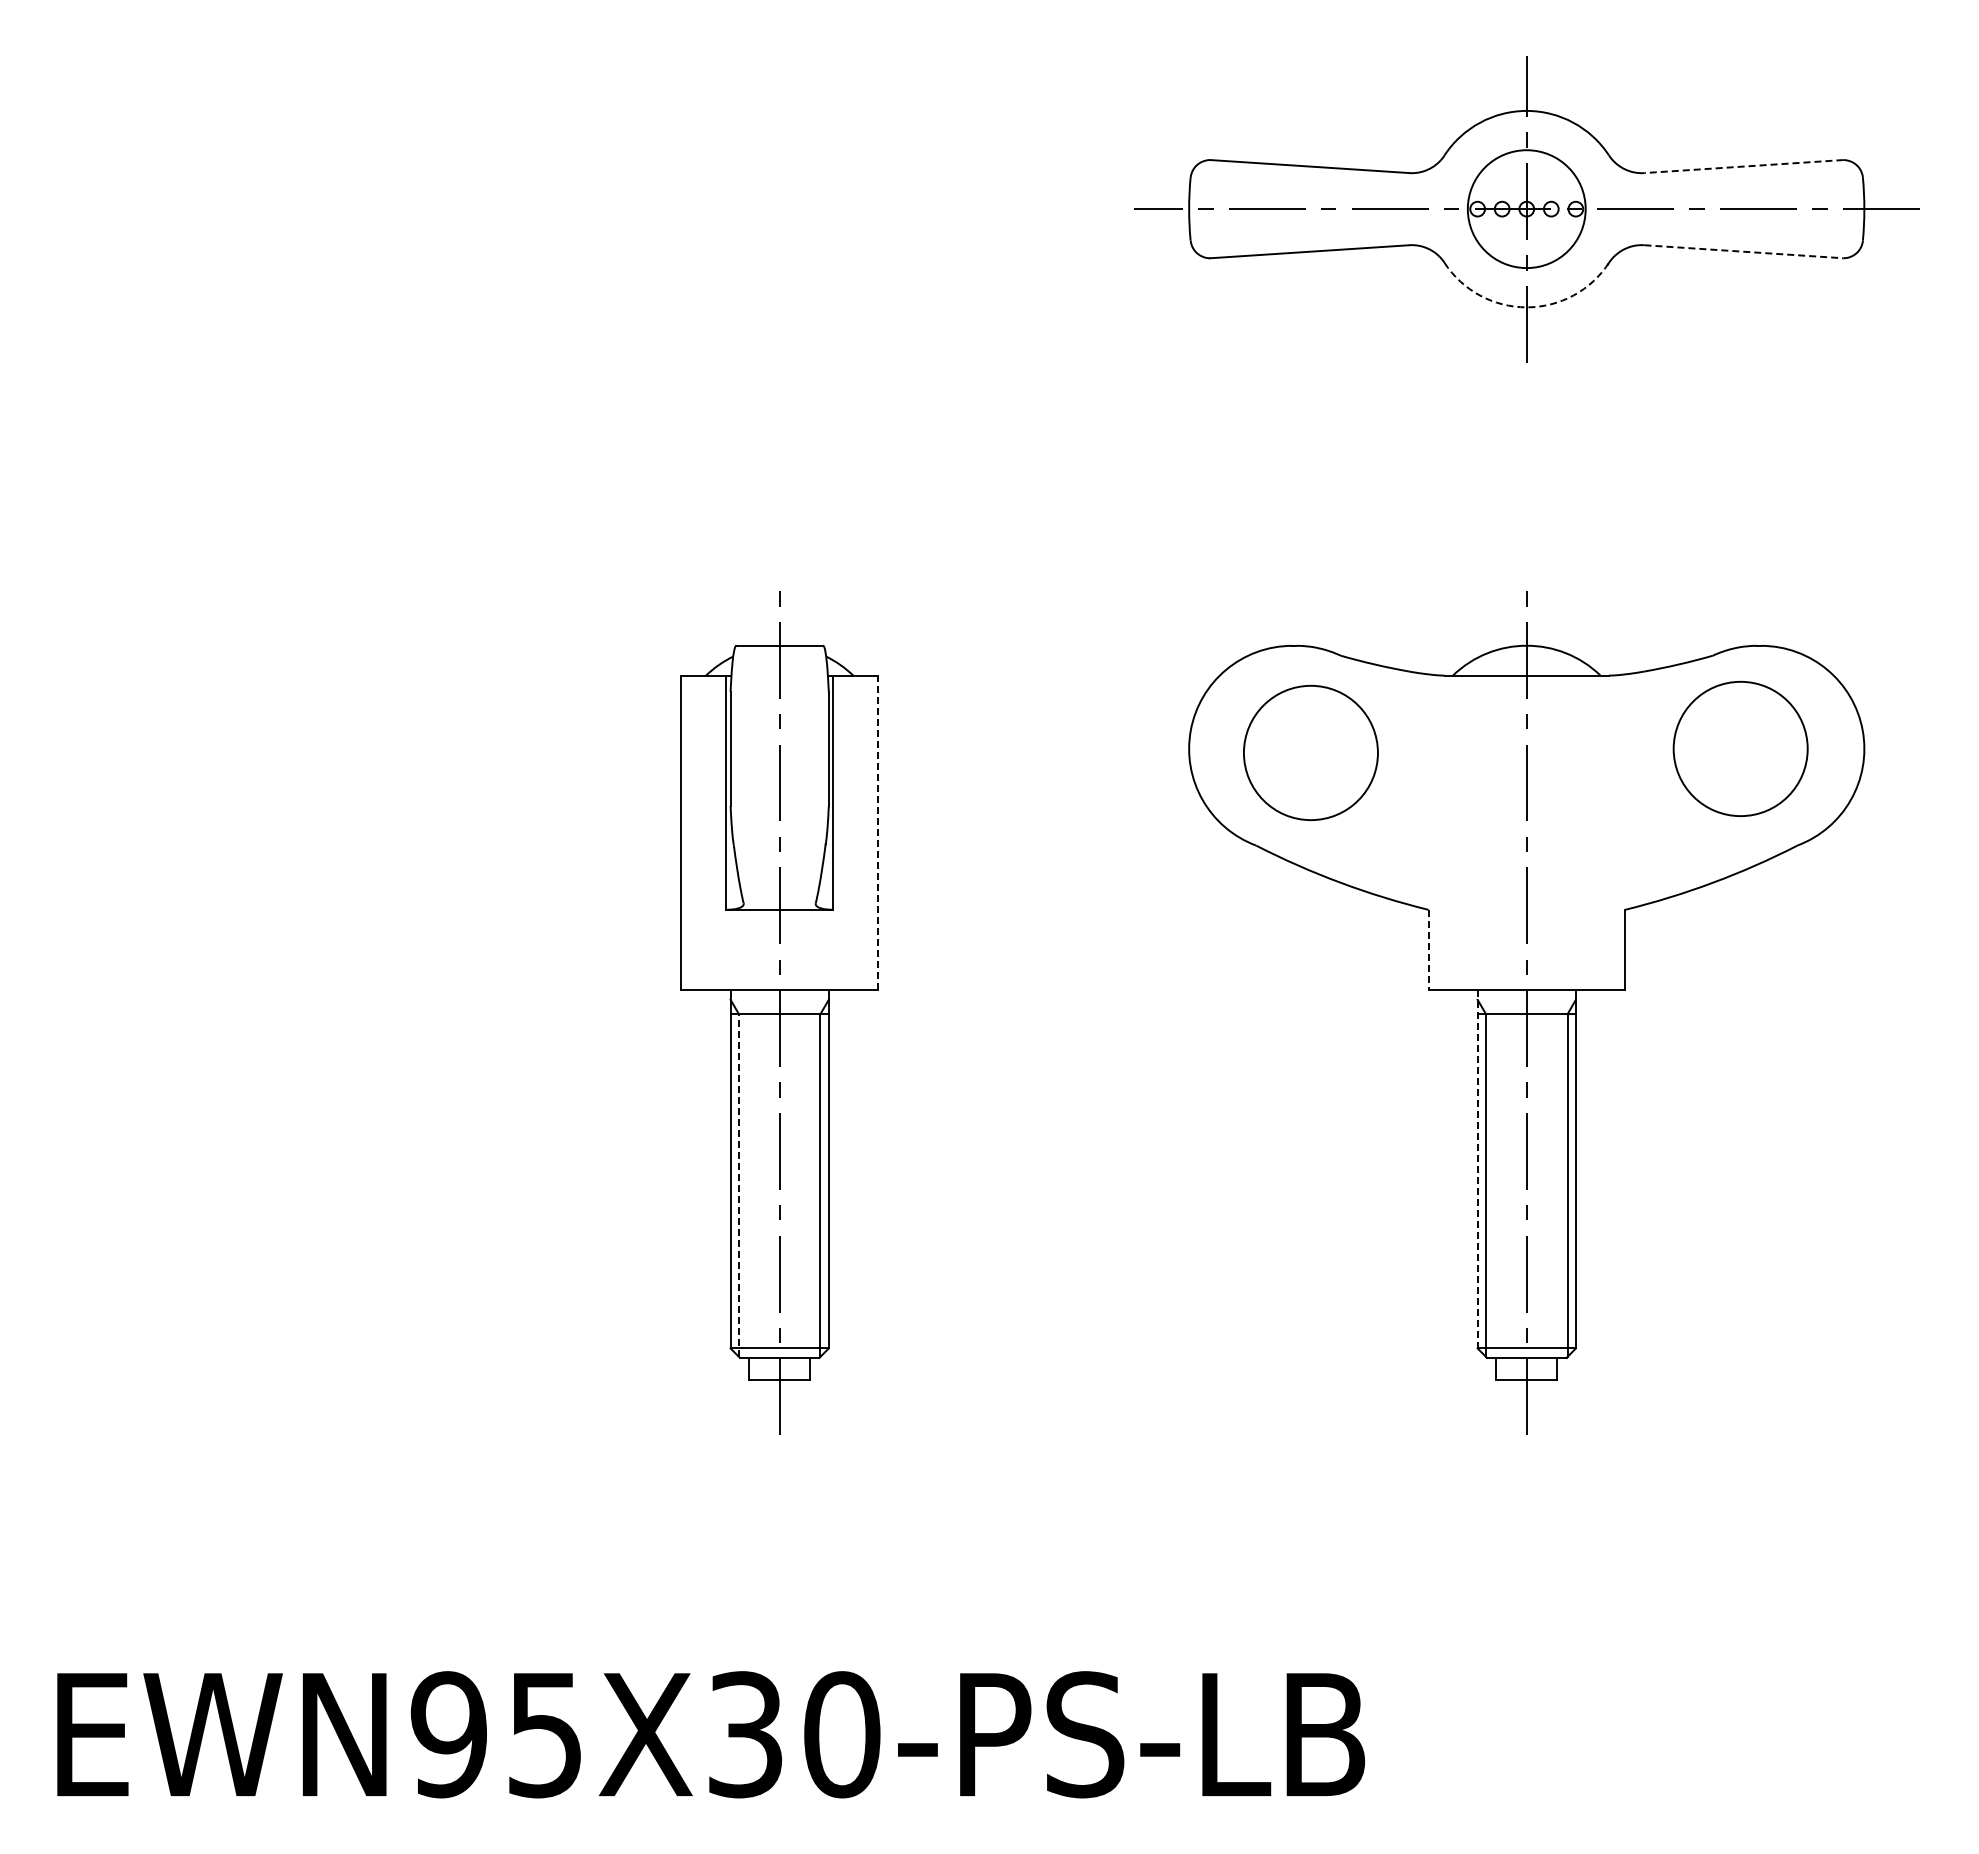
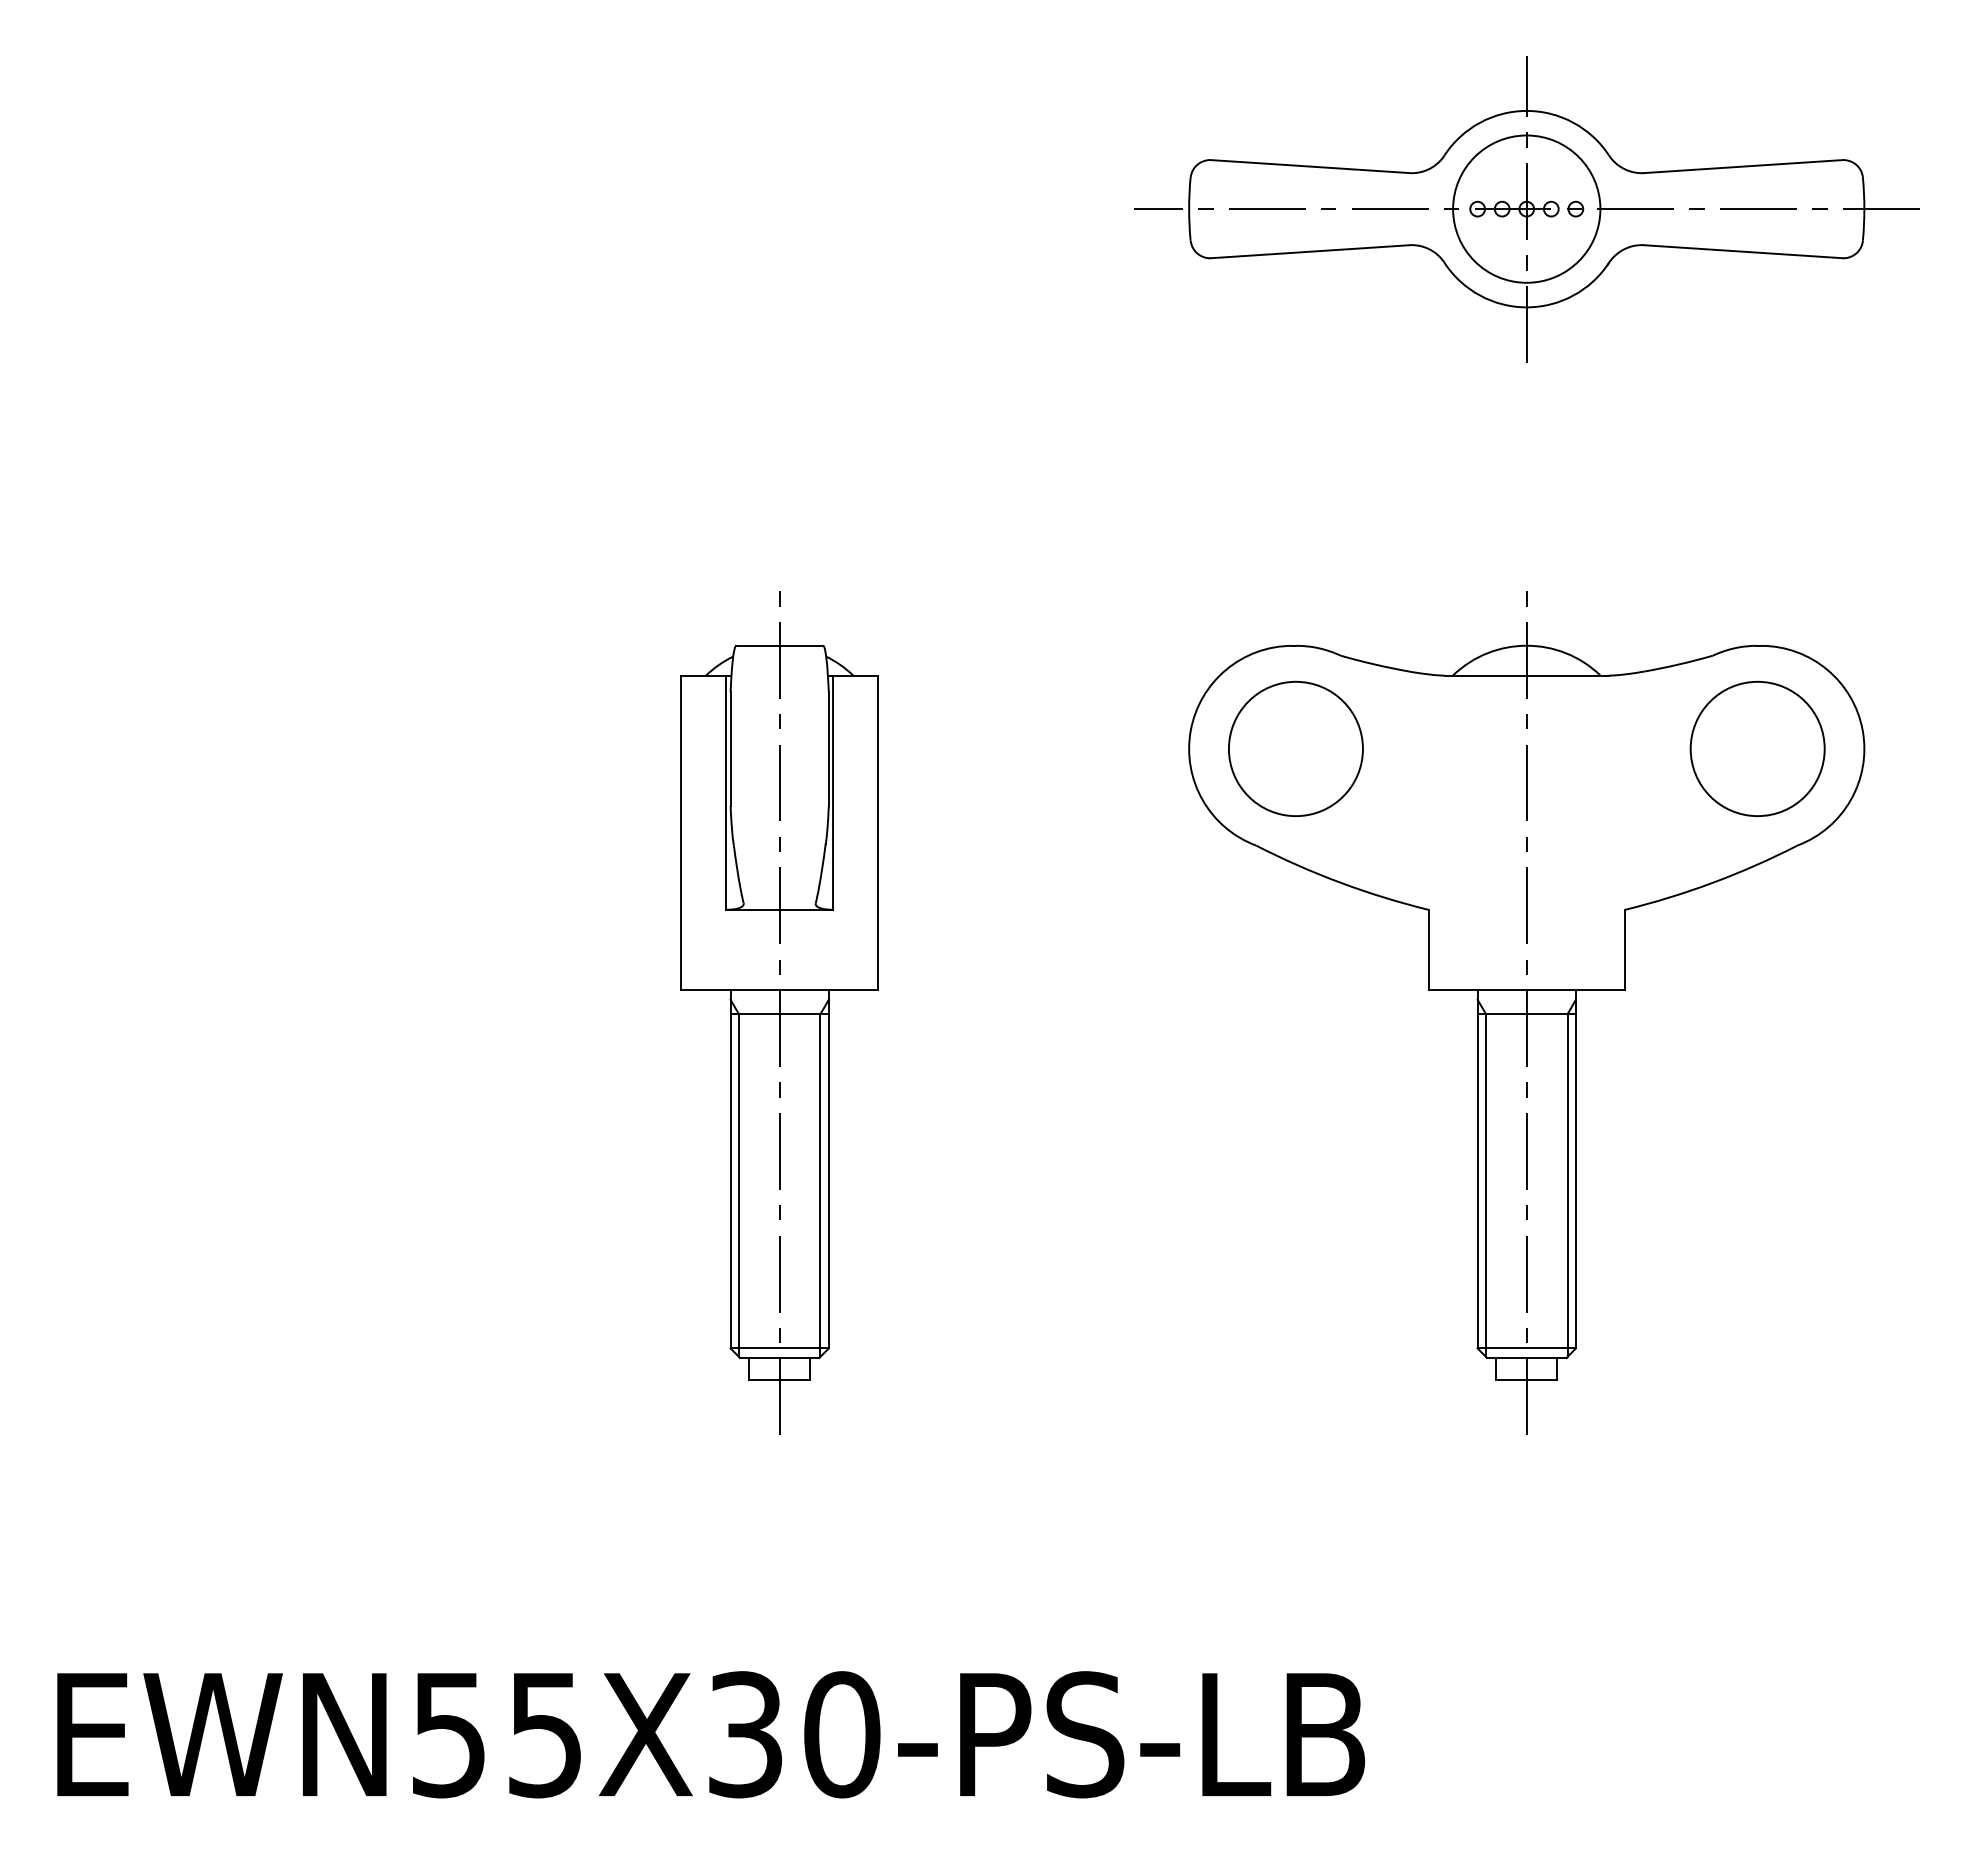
line at (1743, 166): dashed -> solid
circle at (1526, 209) diameter: 118 px -> 147 px
line at (1743, 251): dashed -> solid
arc at (1526, 307): dashed -> solid
part at (1740, 748) position: (1740, 748) -> (1757, 748)
part at (1310, 752) position: (1310, 752) -> (1295, 748)
line at (877, 832): dashed -> solid
line at (1428, 949): dashed -> solid
line at (1477, 1169): dashed -> solid
line at (738, 1185): dashed -> solid
text at (448, 1734): EWN95X30-PS-LB -> EWN55X30-PS-LB
